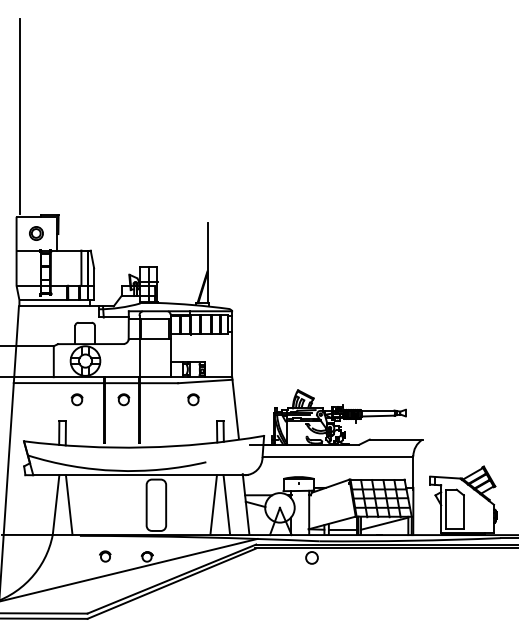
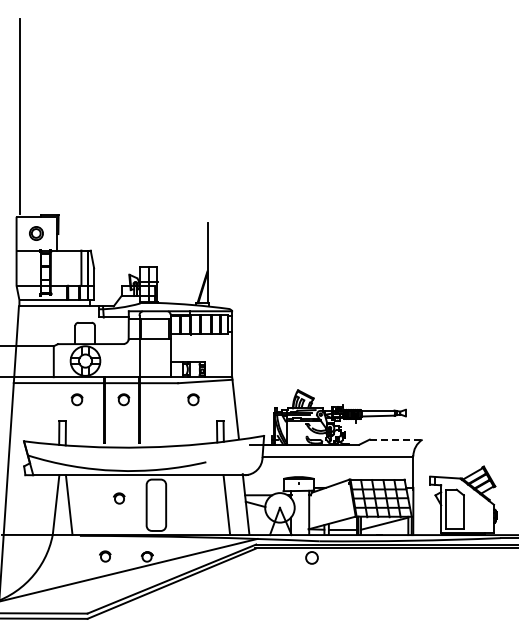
line at (396, 439): solid -> dashed
part at (119, 498): none -> present
line at (213, 504): present -> none
